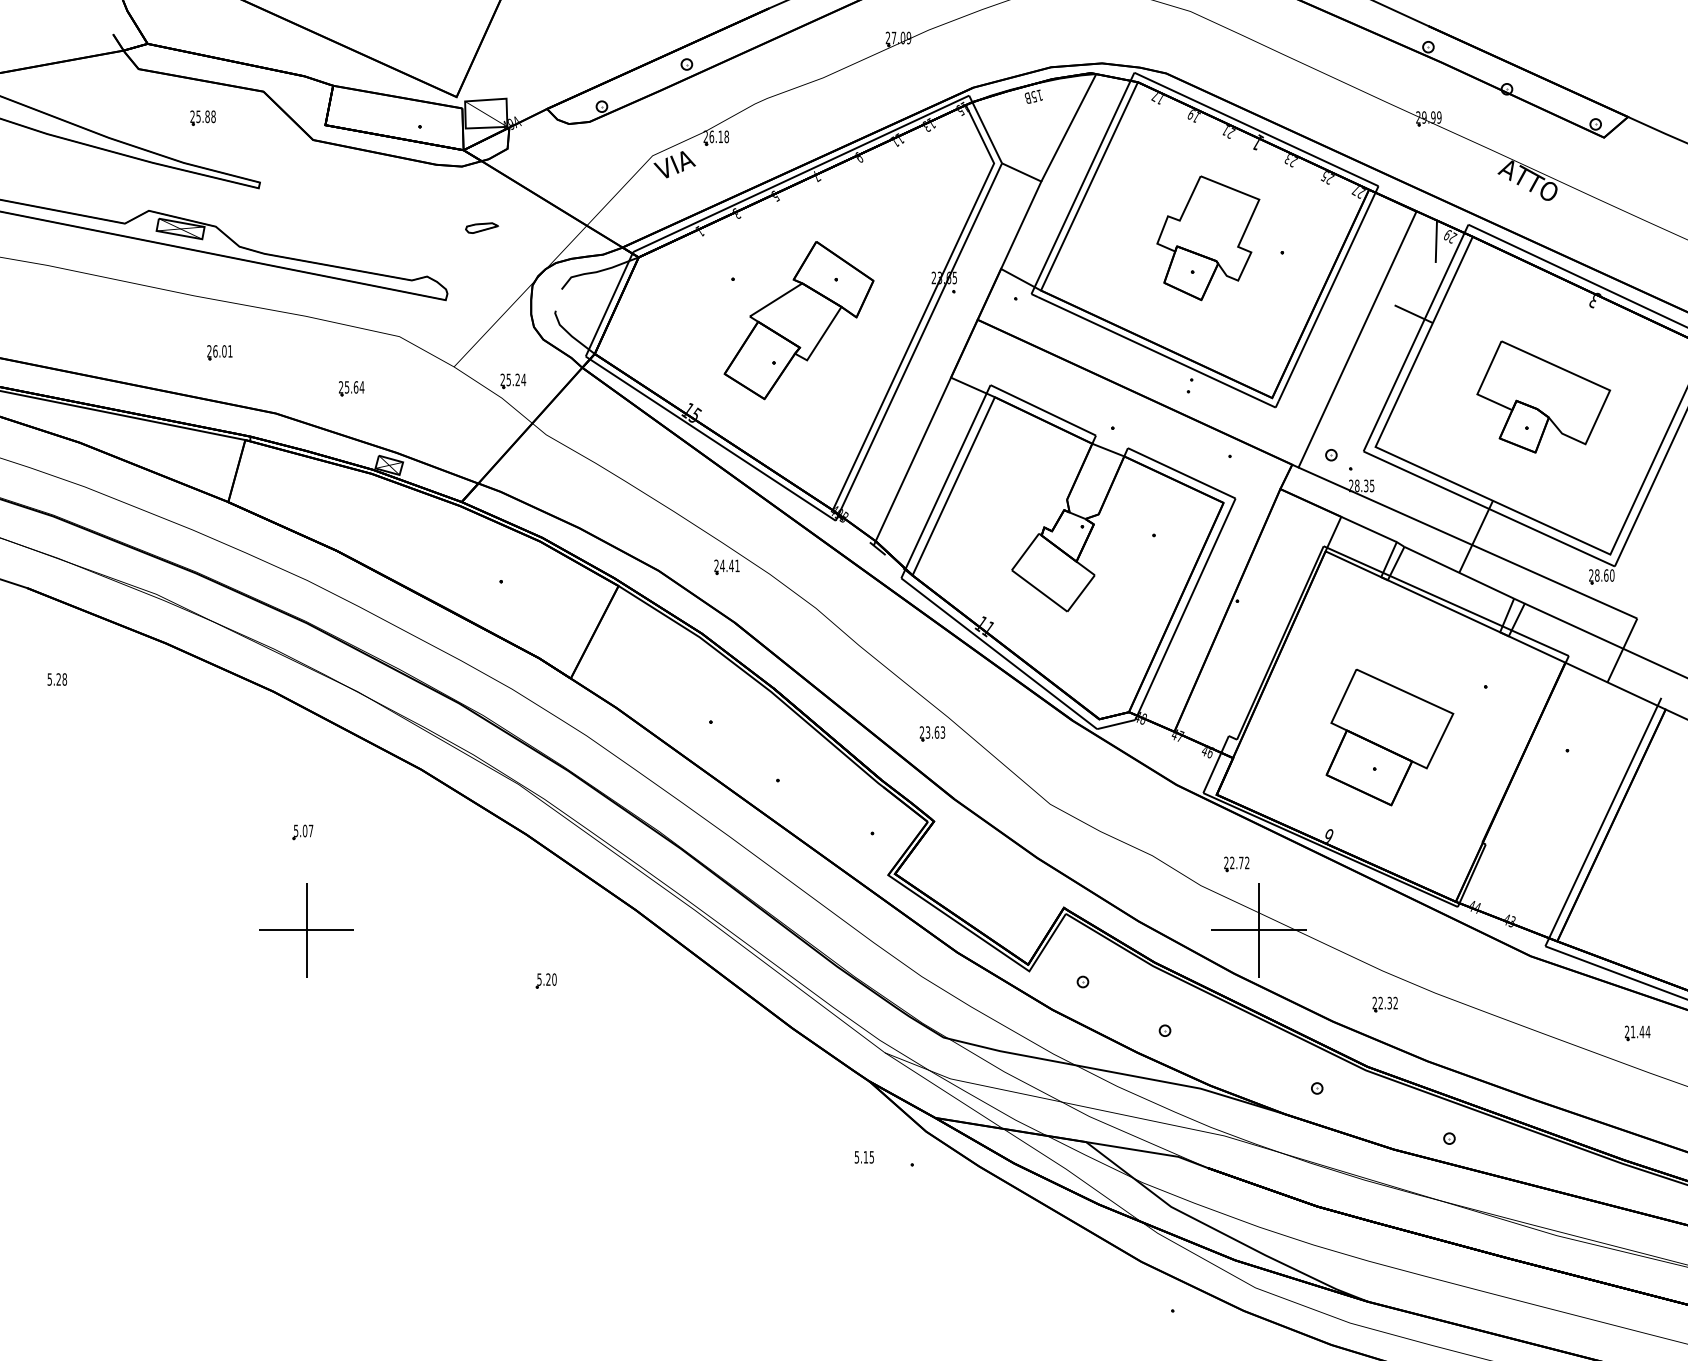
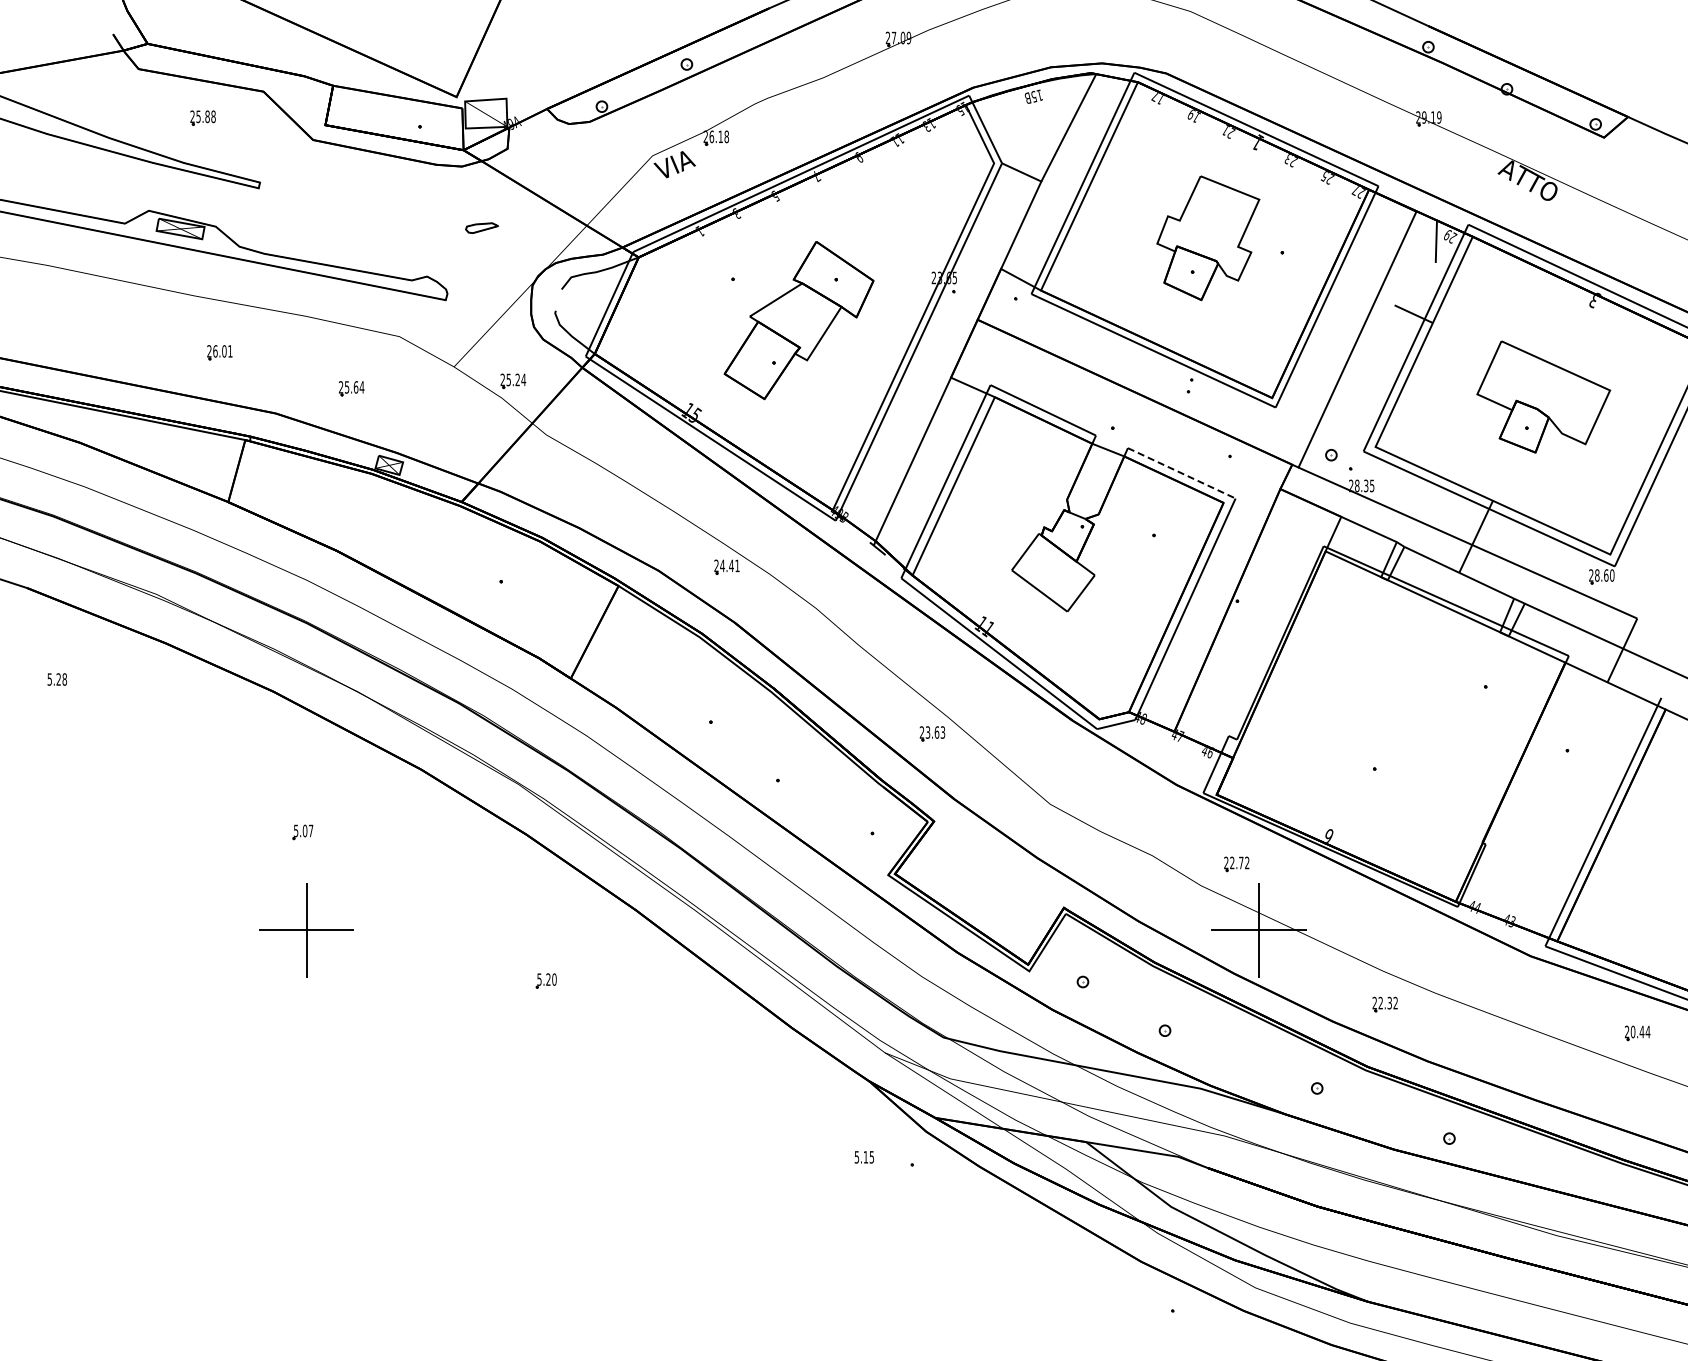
text at (1433, 117): 29.99 -> 29.19
line at (1182, 473): solid -> dashed
part at (1389, 737): present -> none
text at (1632, 1031): 21.44 -> 20.44
